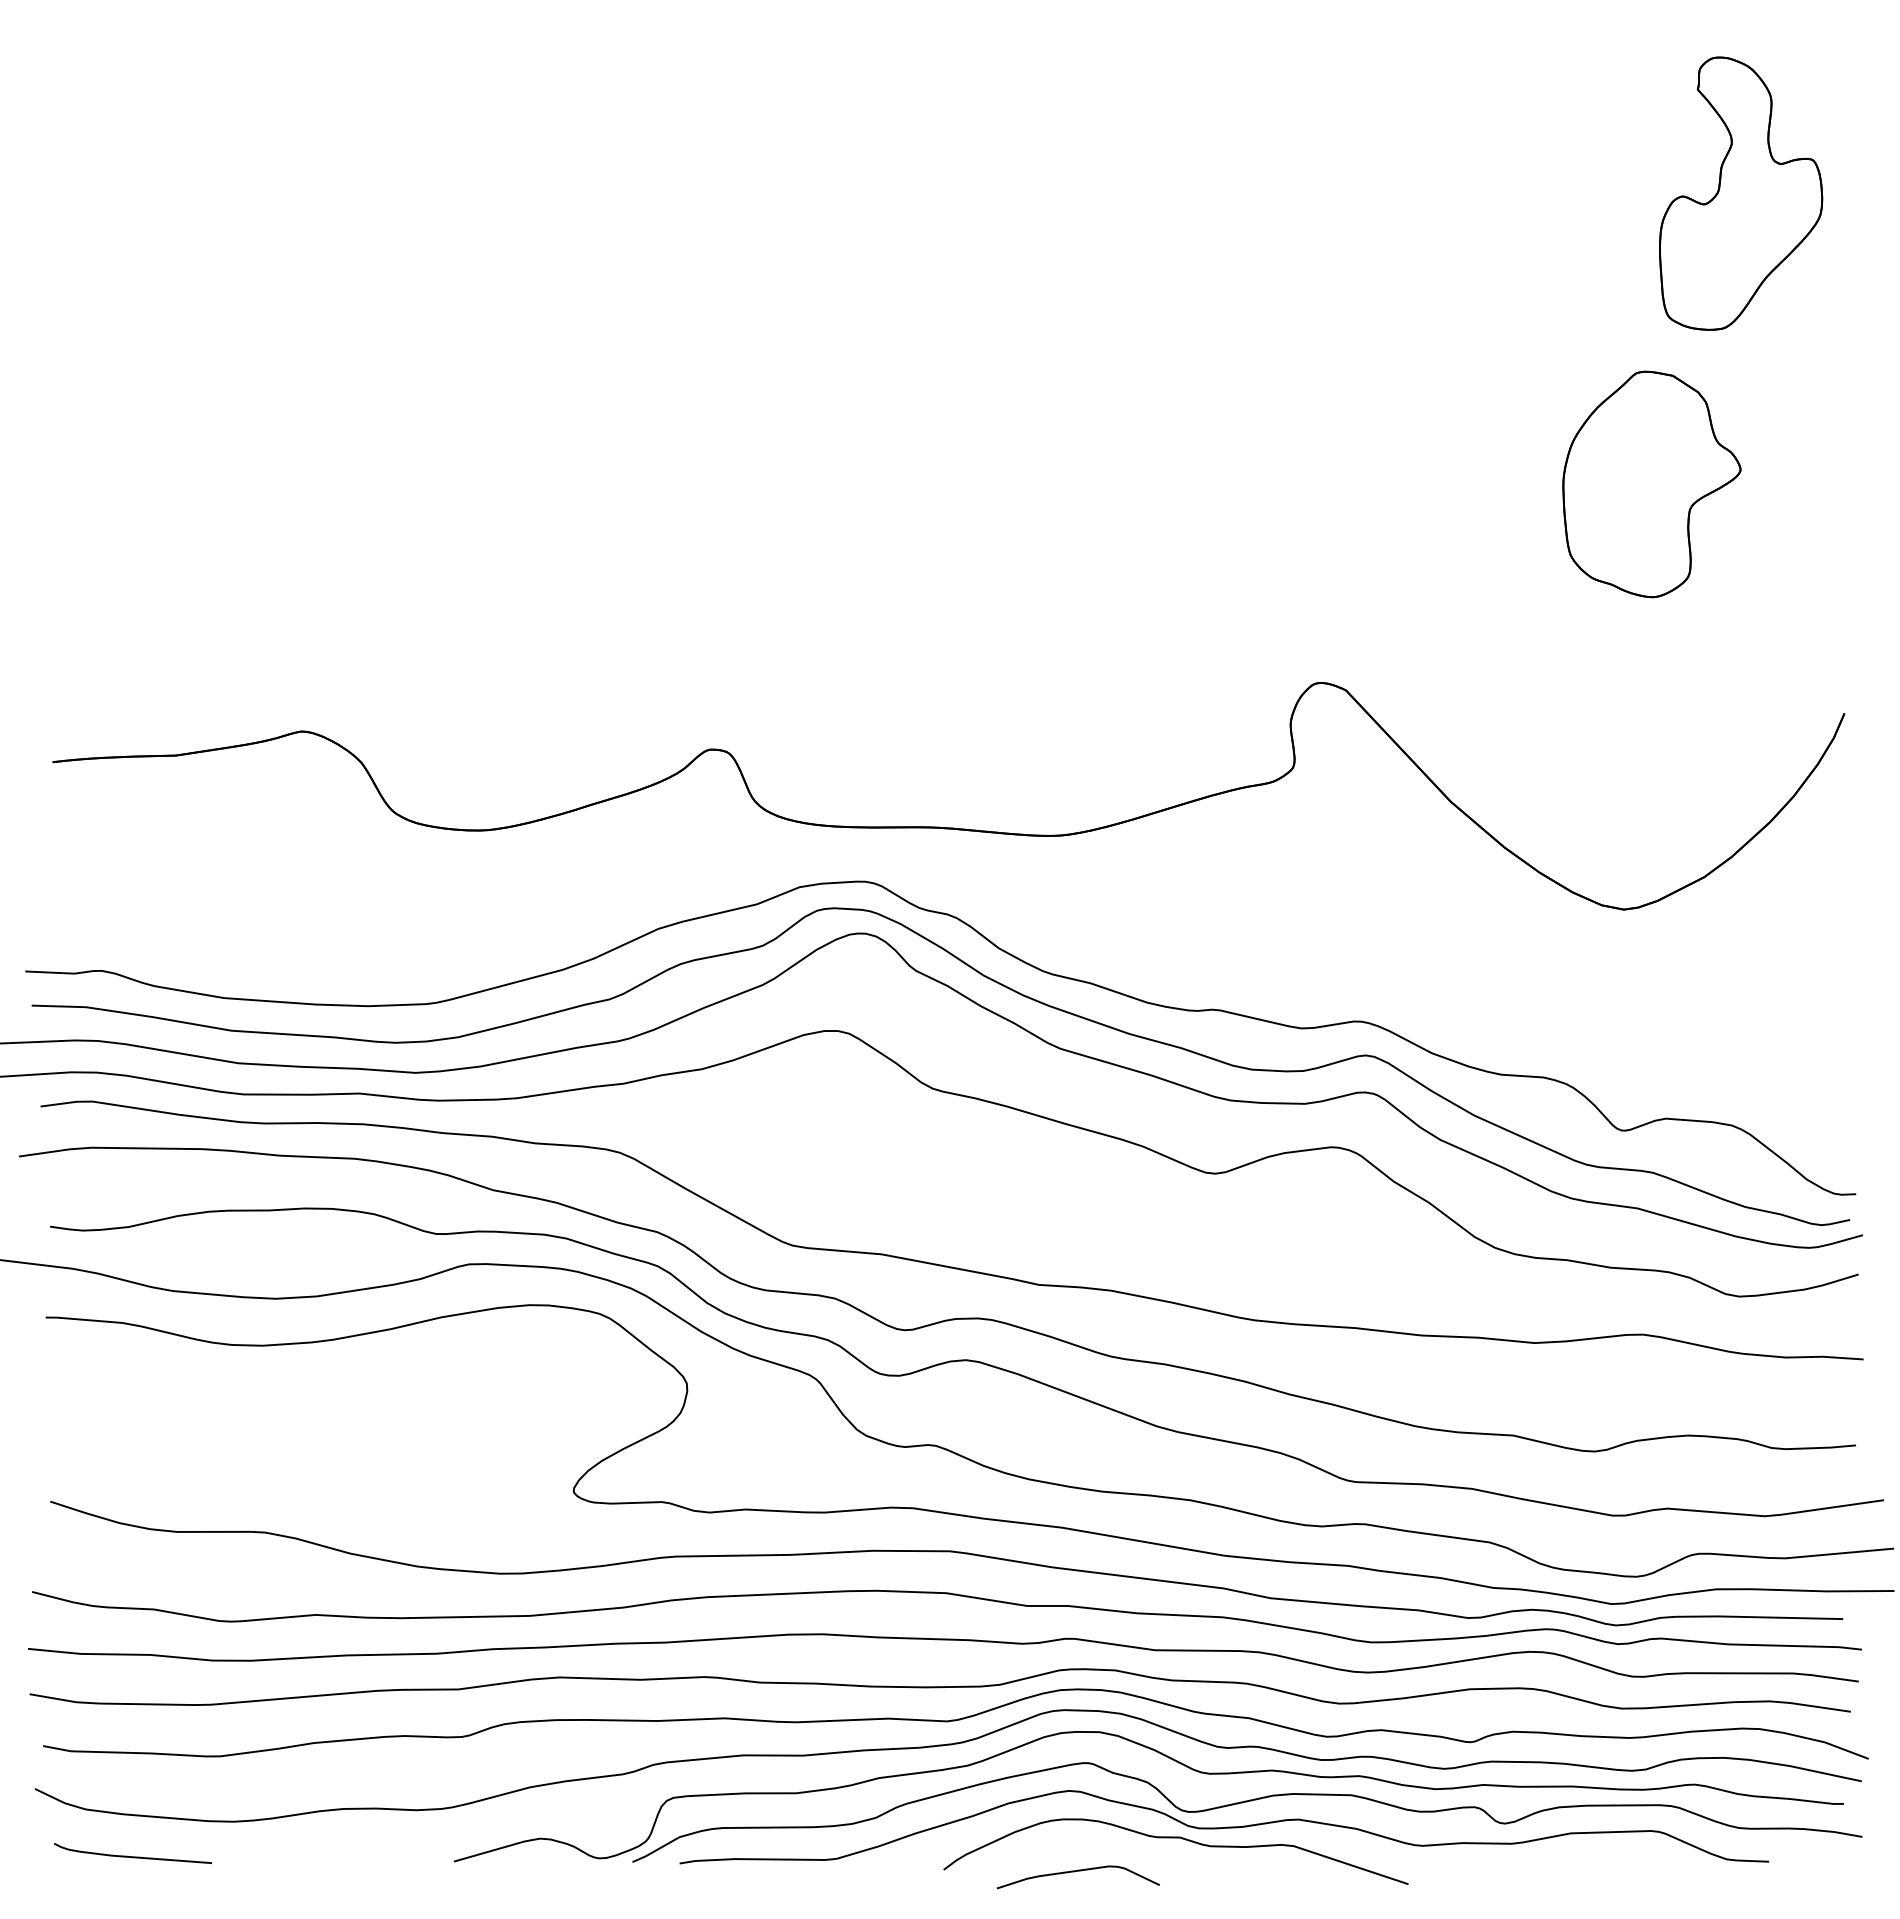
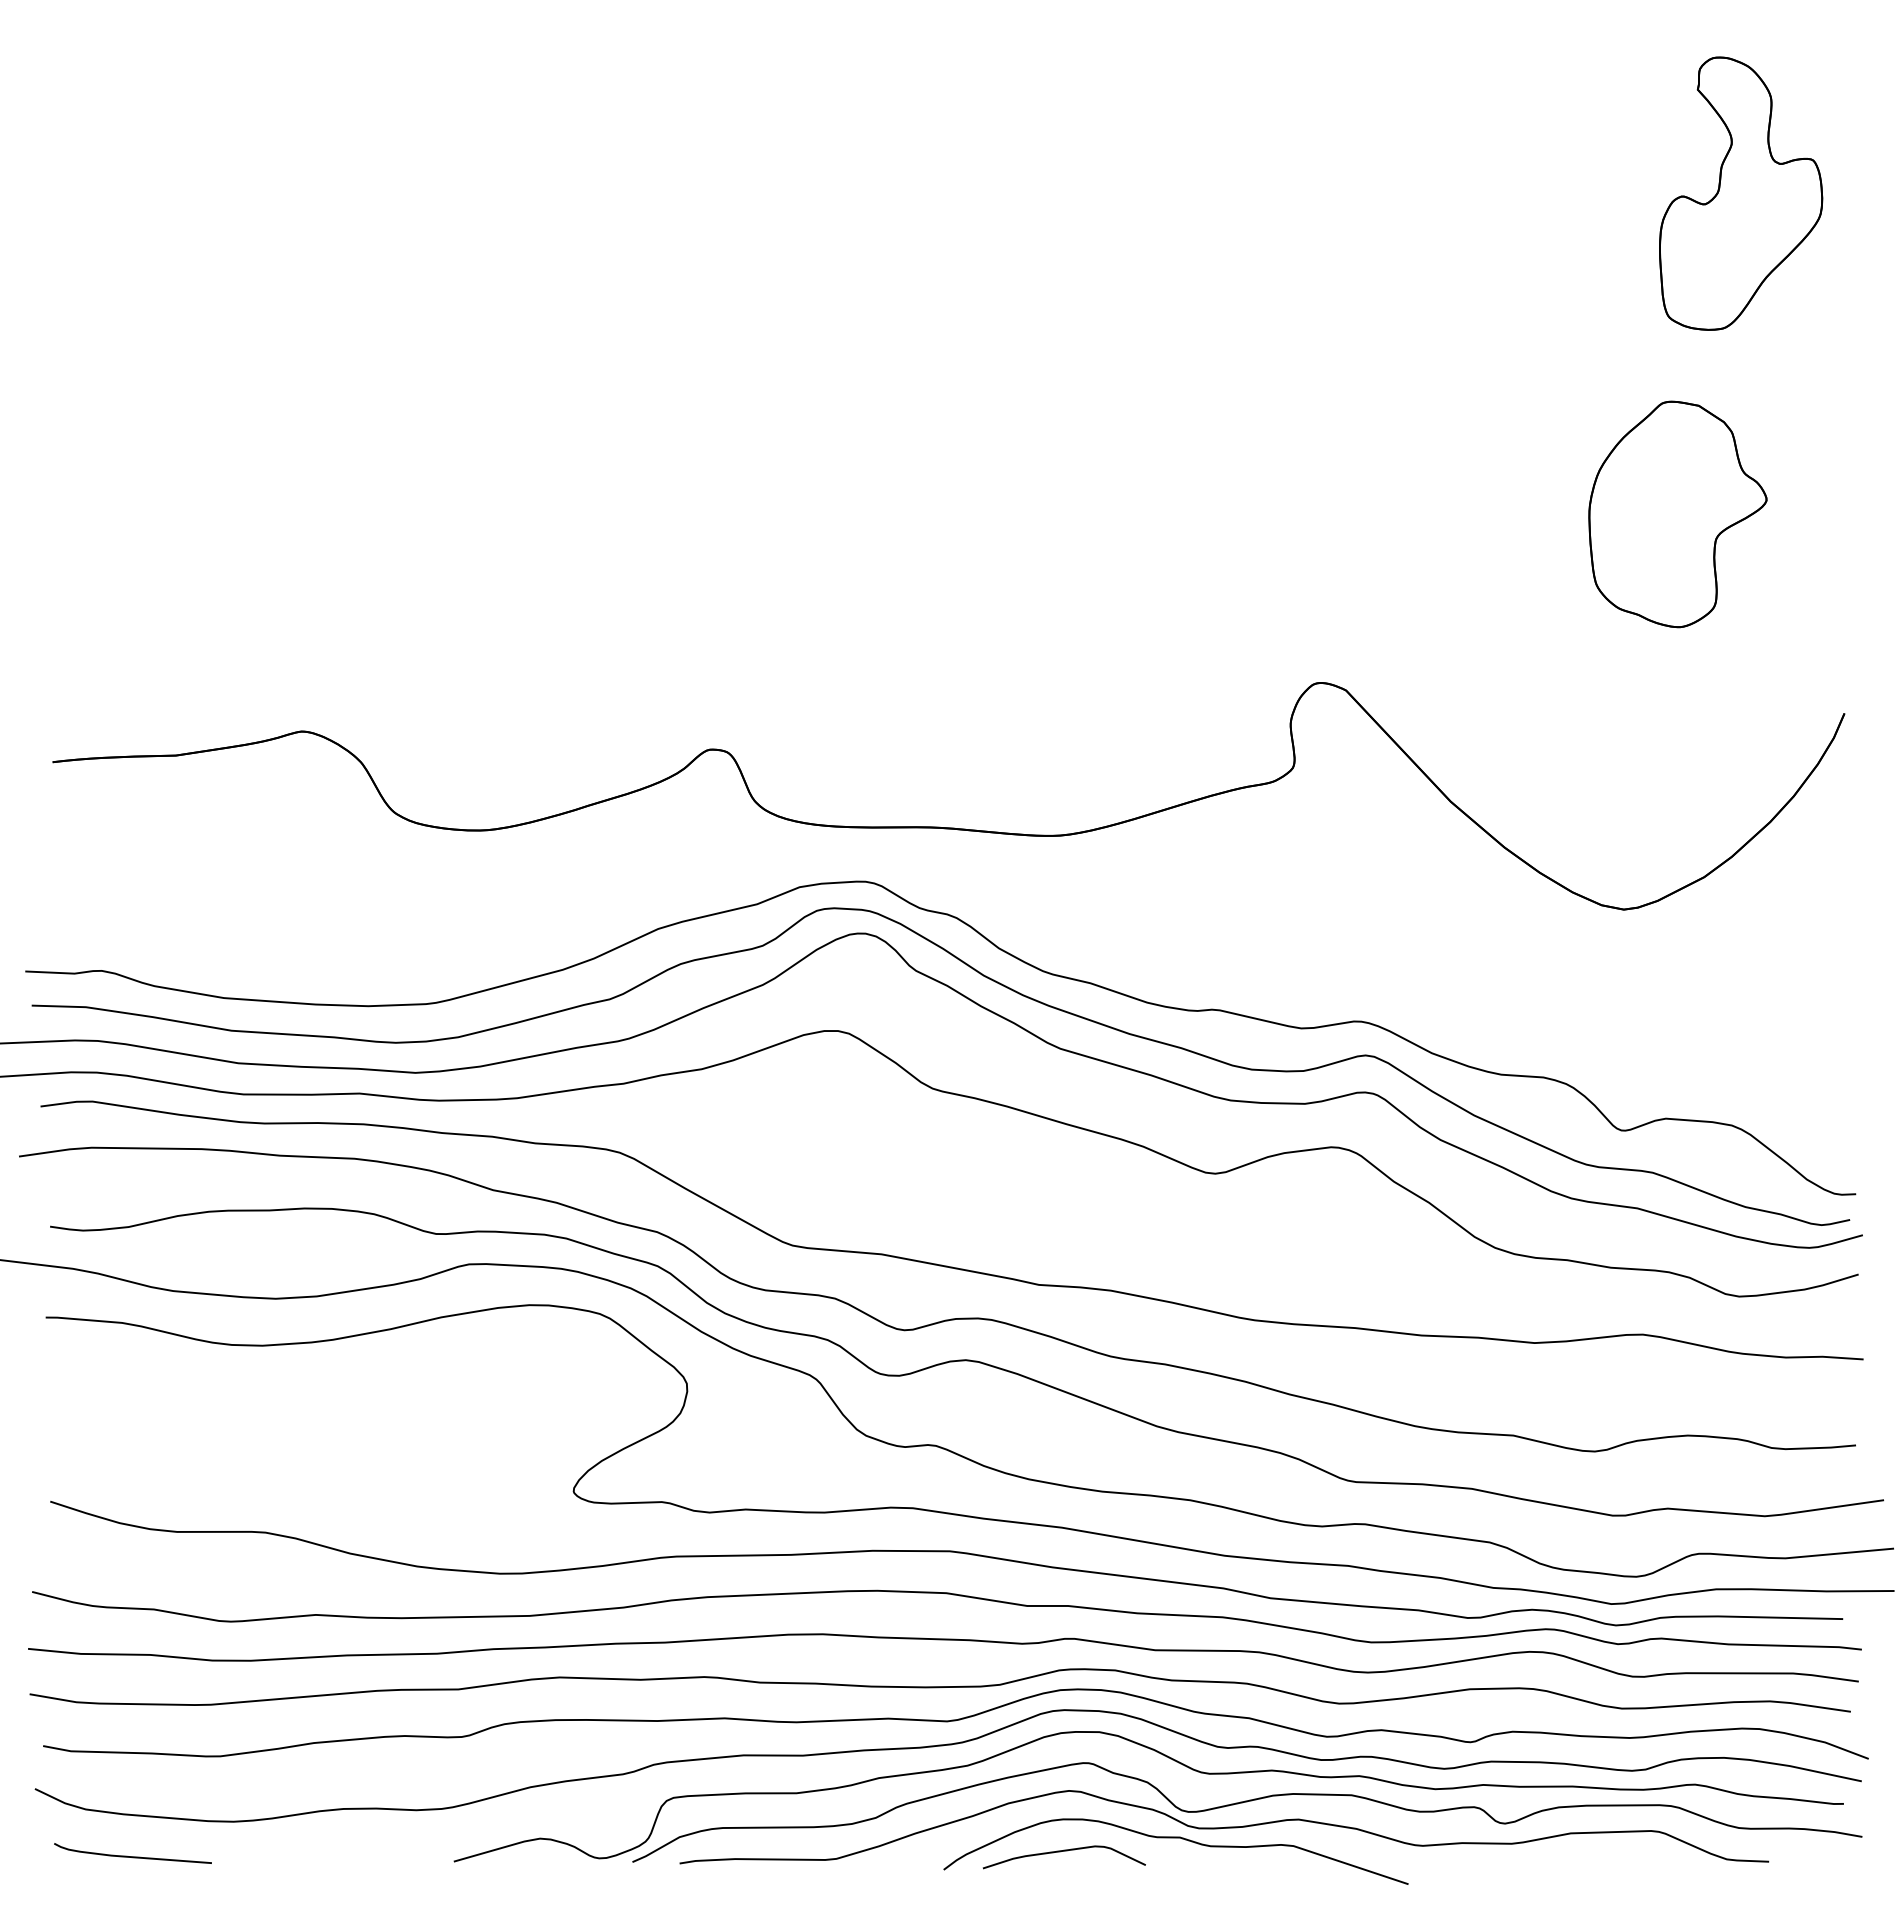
part at (1651, 484) position: (1651, 484) -> (1677, 514)
curve at (1074, 1872) position: (1074, 1872) -> (1060, 1852)
